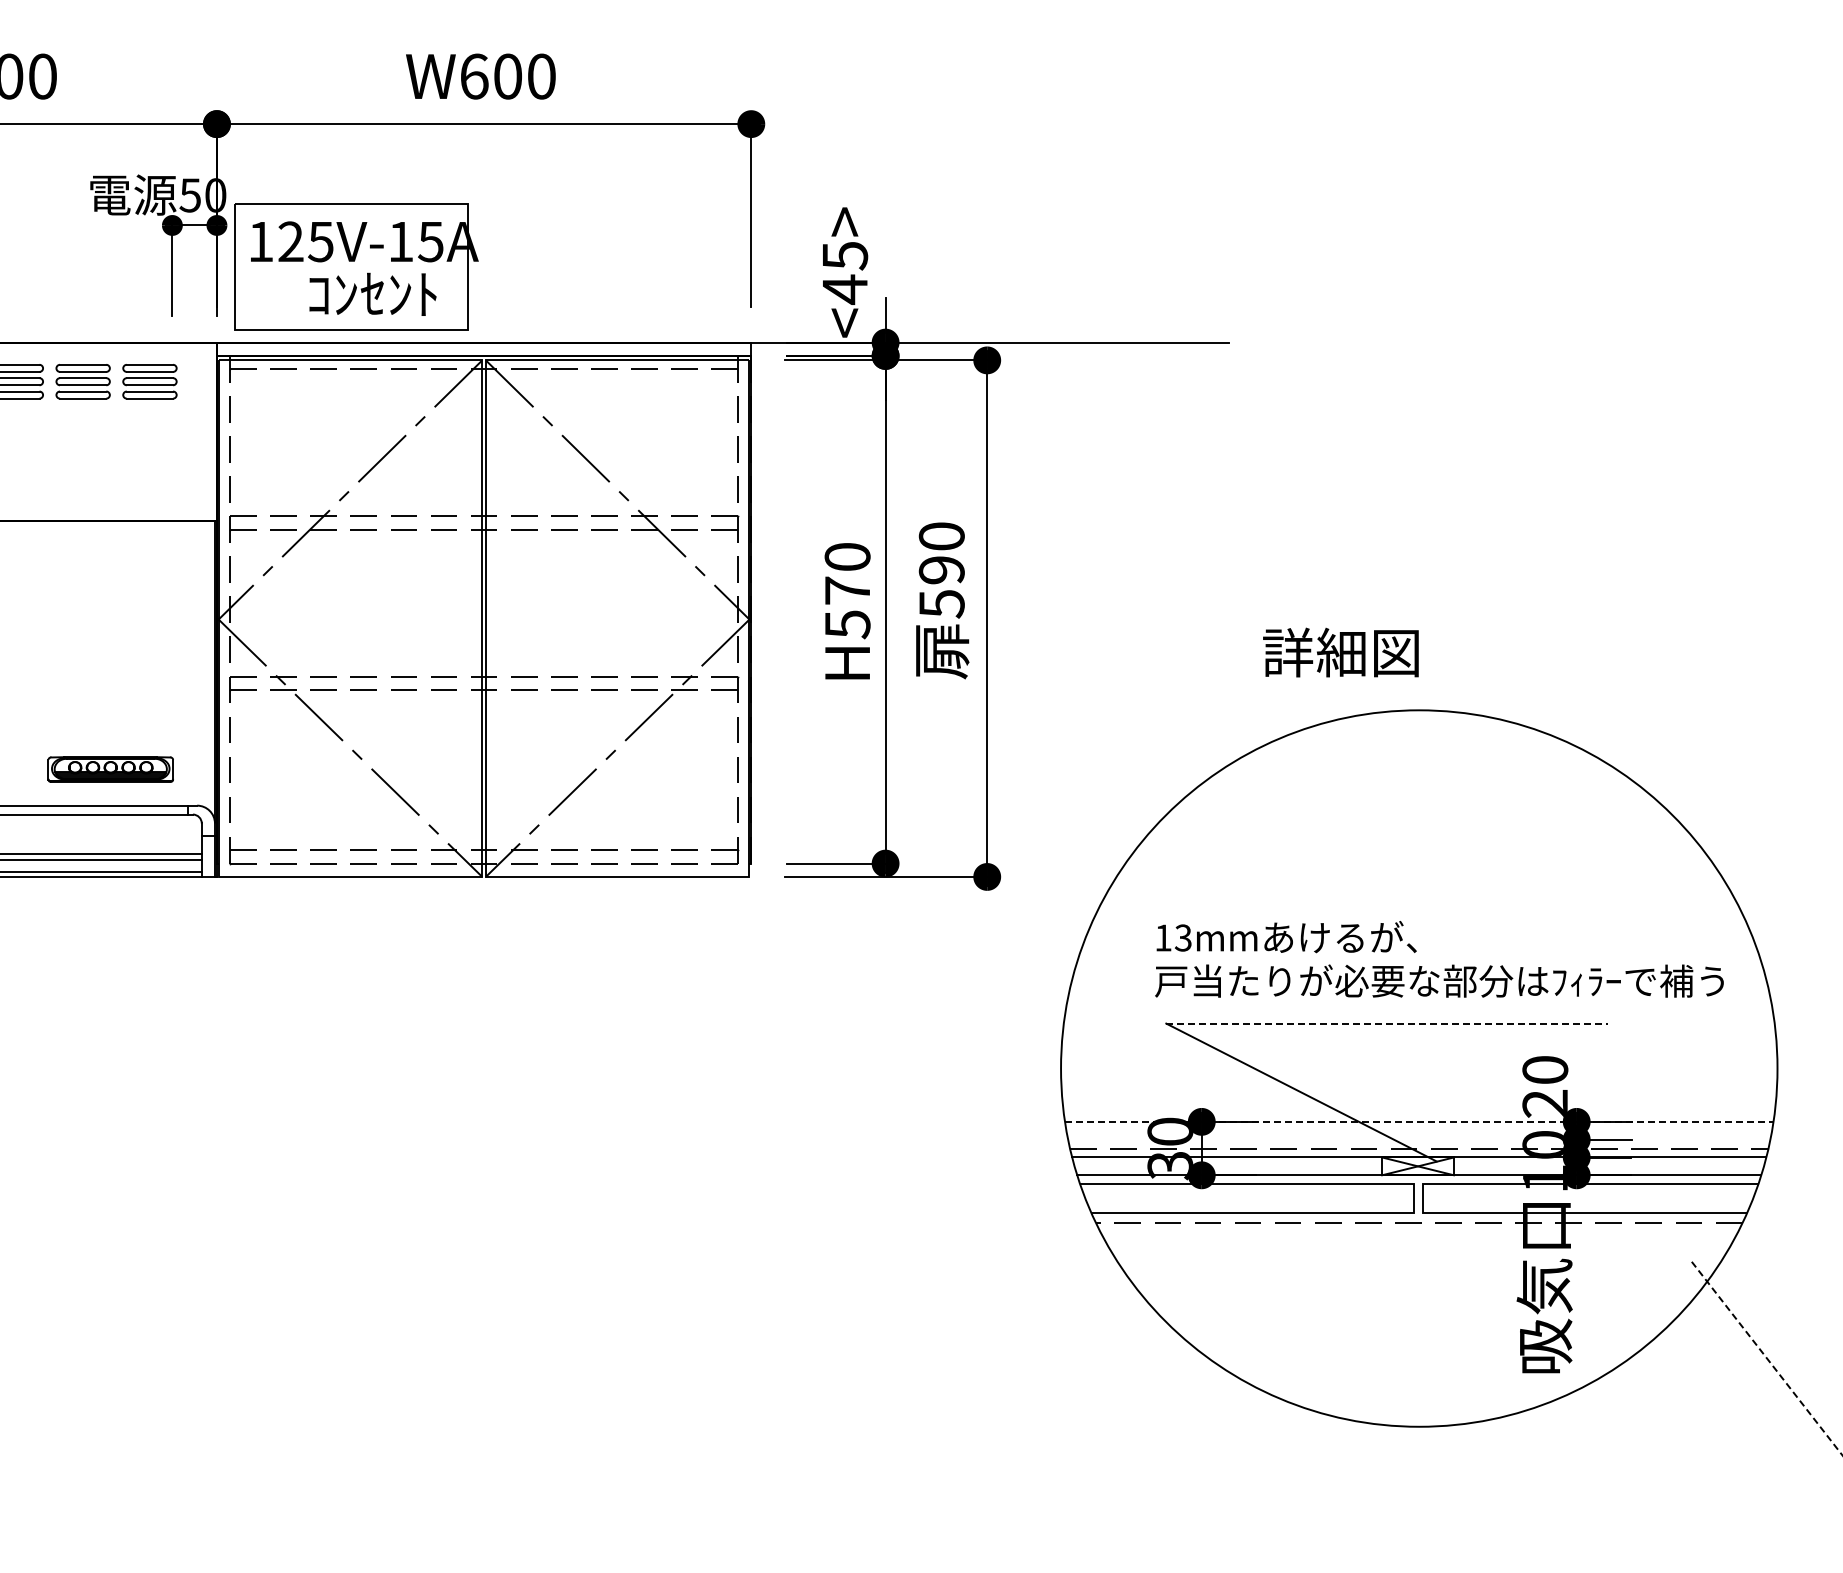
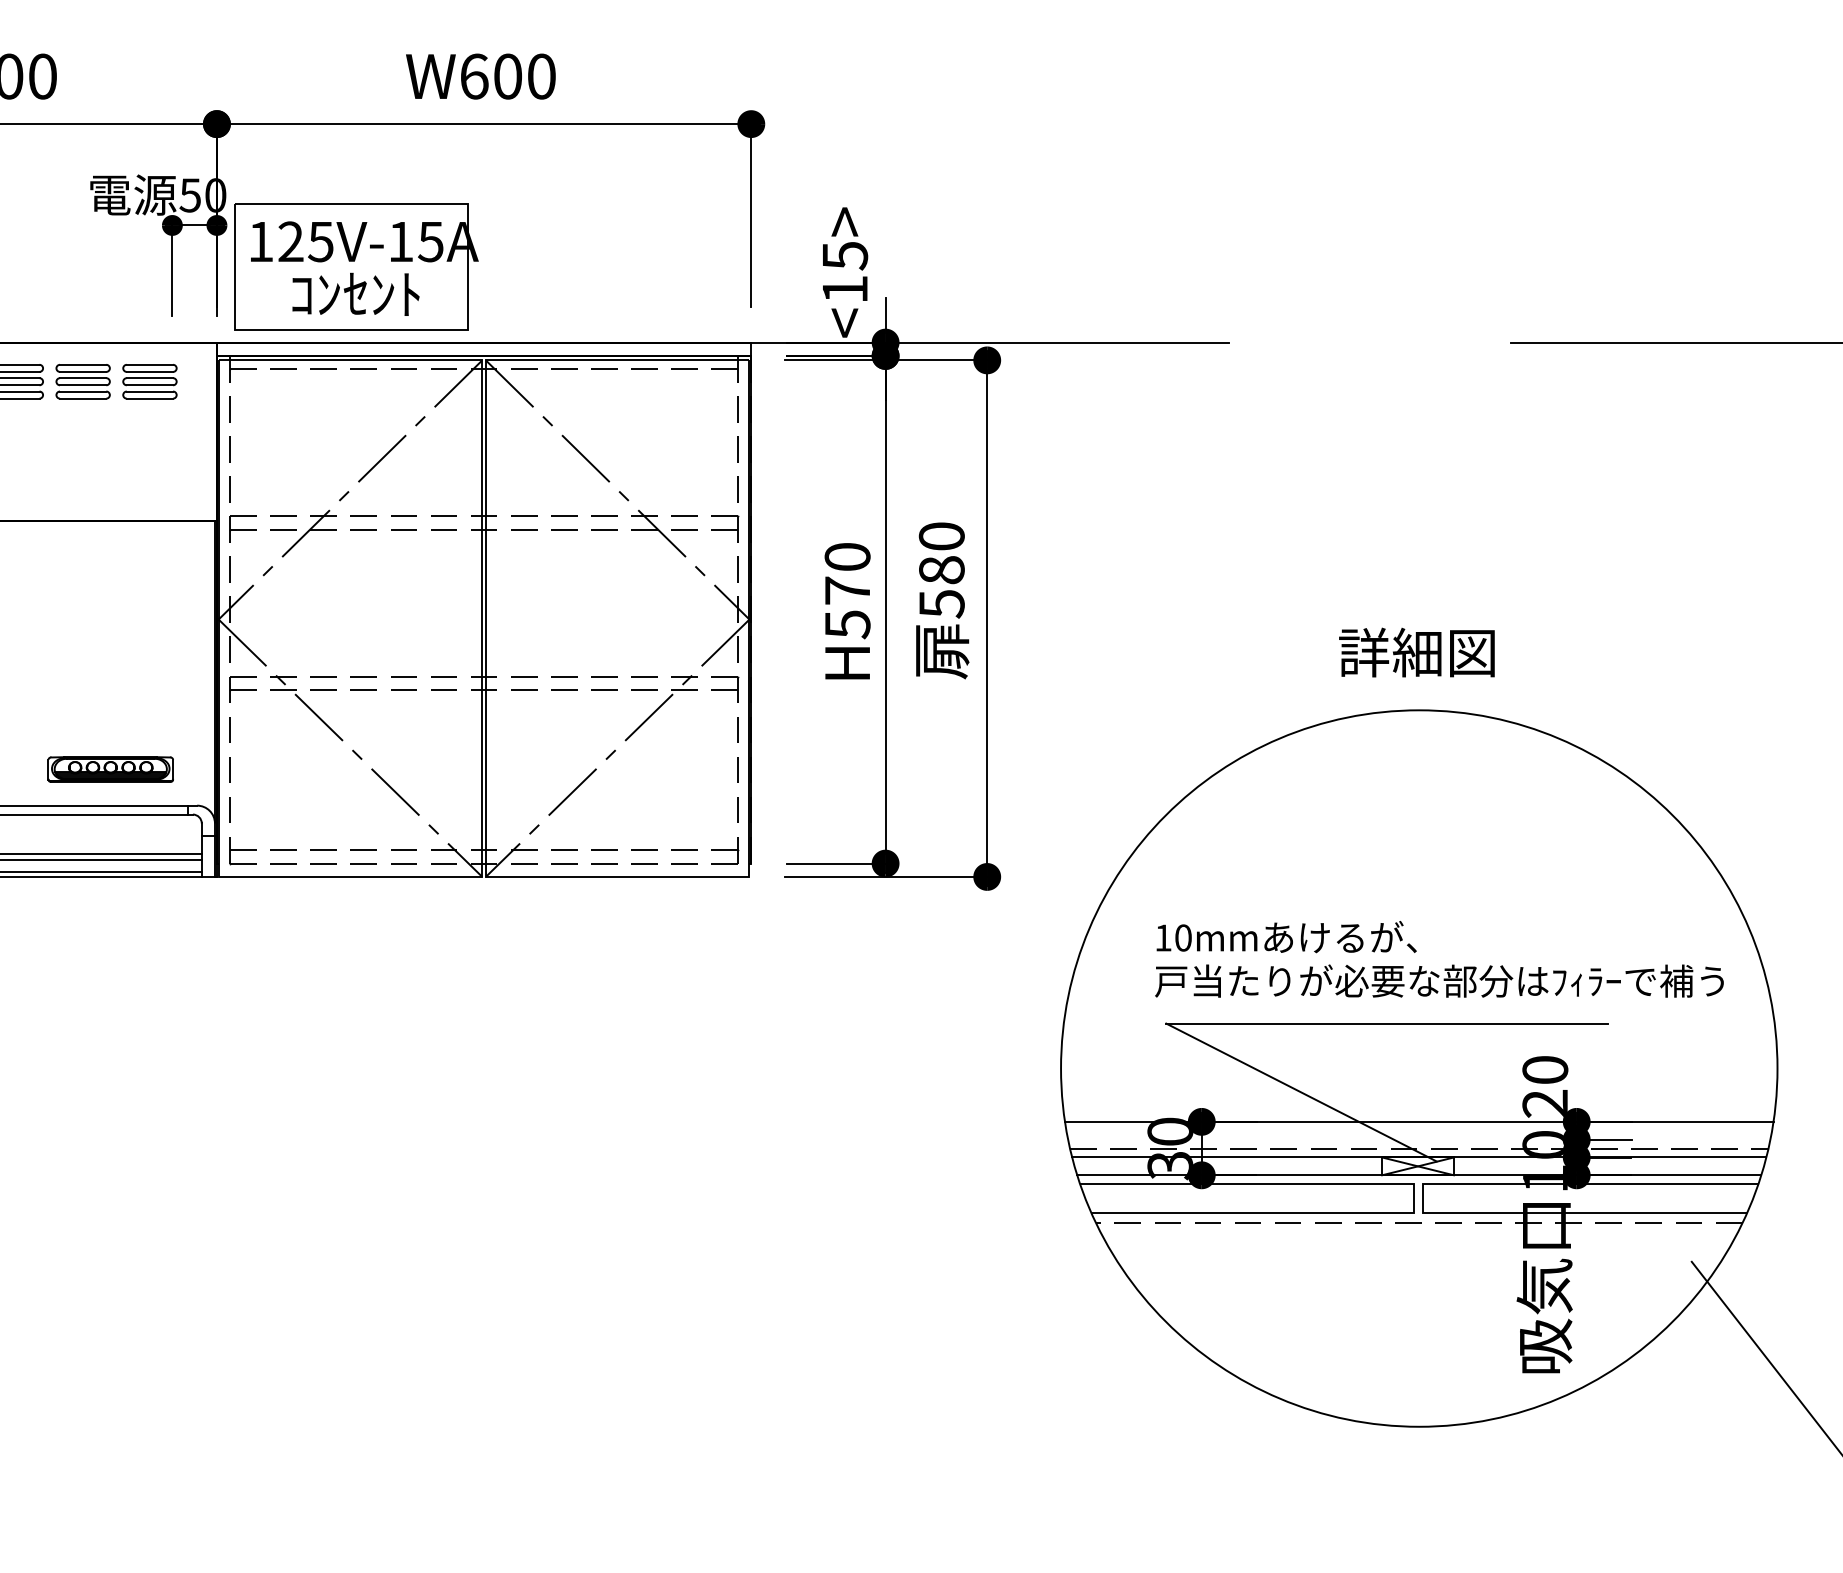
text at (845, 289): <45> -> <15>
text at (372, 293) position: (372, 293) -> (355, 293)
line at (1675, 342): none -> present
text at (941, 570): 590 -> 580
text at (1340, 652) position: (1340, 652) -> (1416, 652)
text at (1182, 937): 13mm -> 10mm
line at (1387, 1023): dashed -> solid
line at (1419, 1121): dashed -> solid
line at (1767, 1358): dashed -> solid
